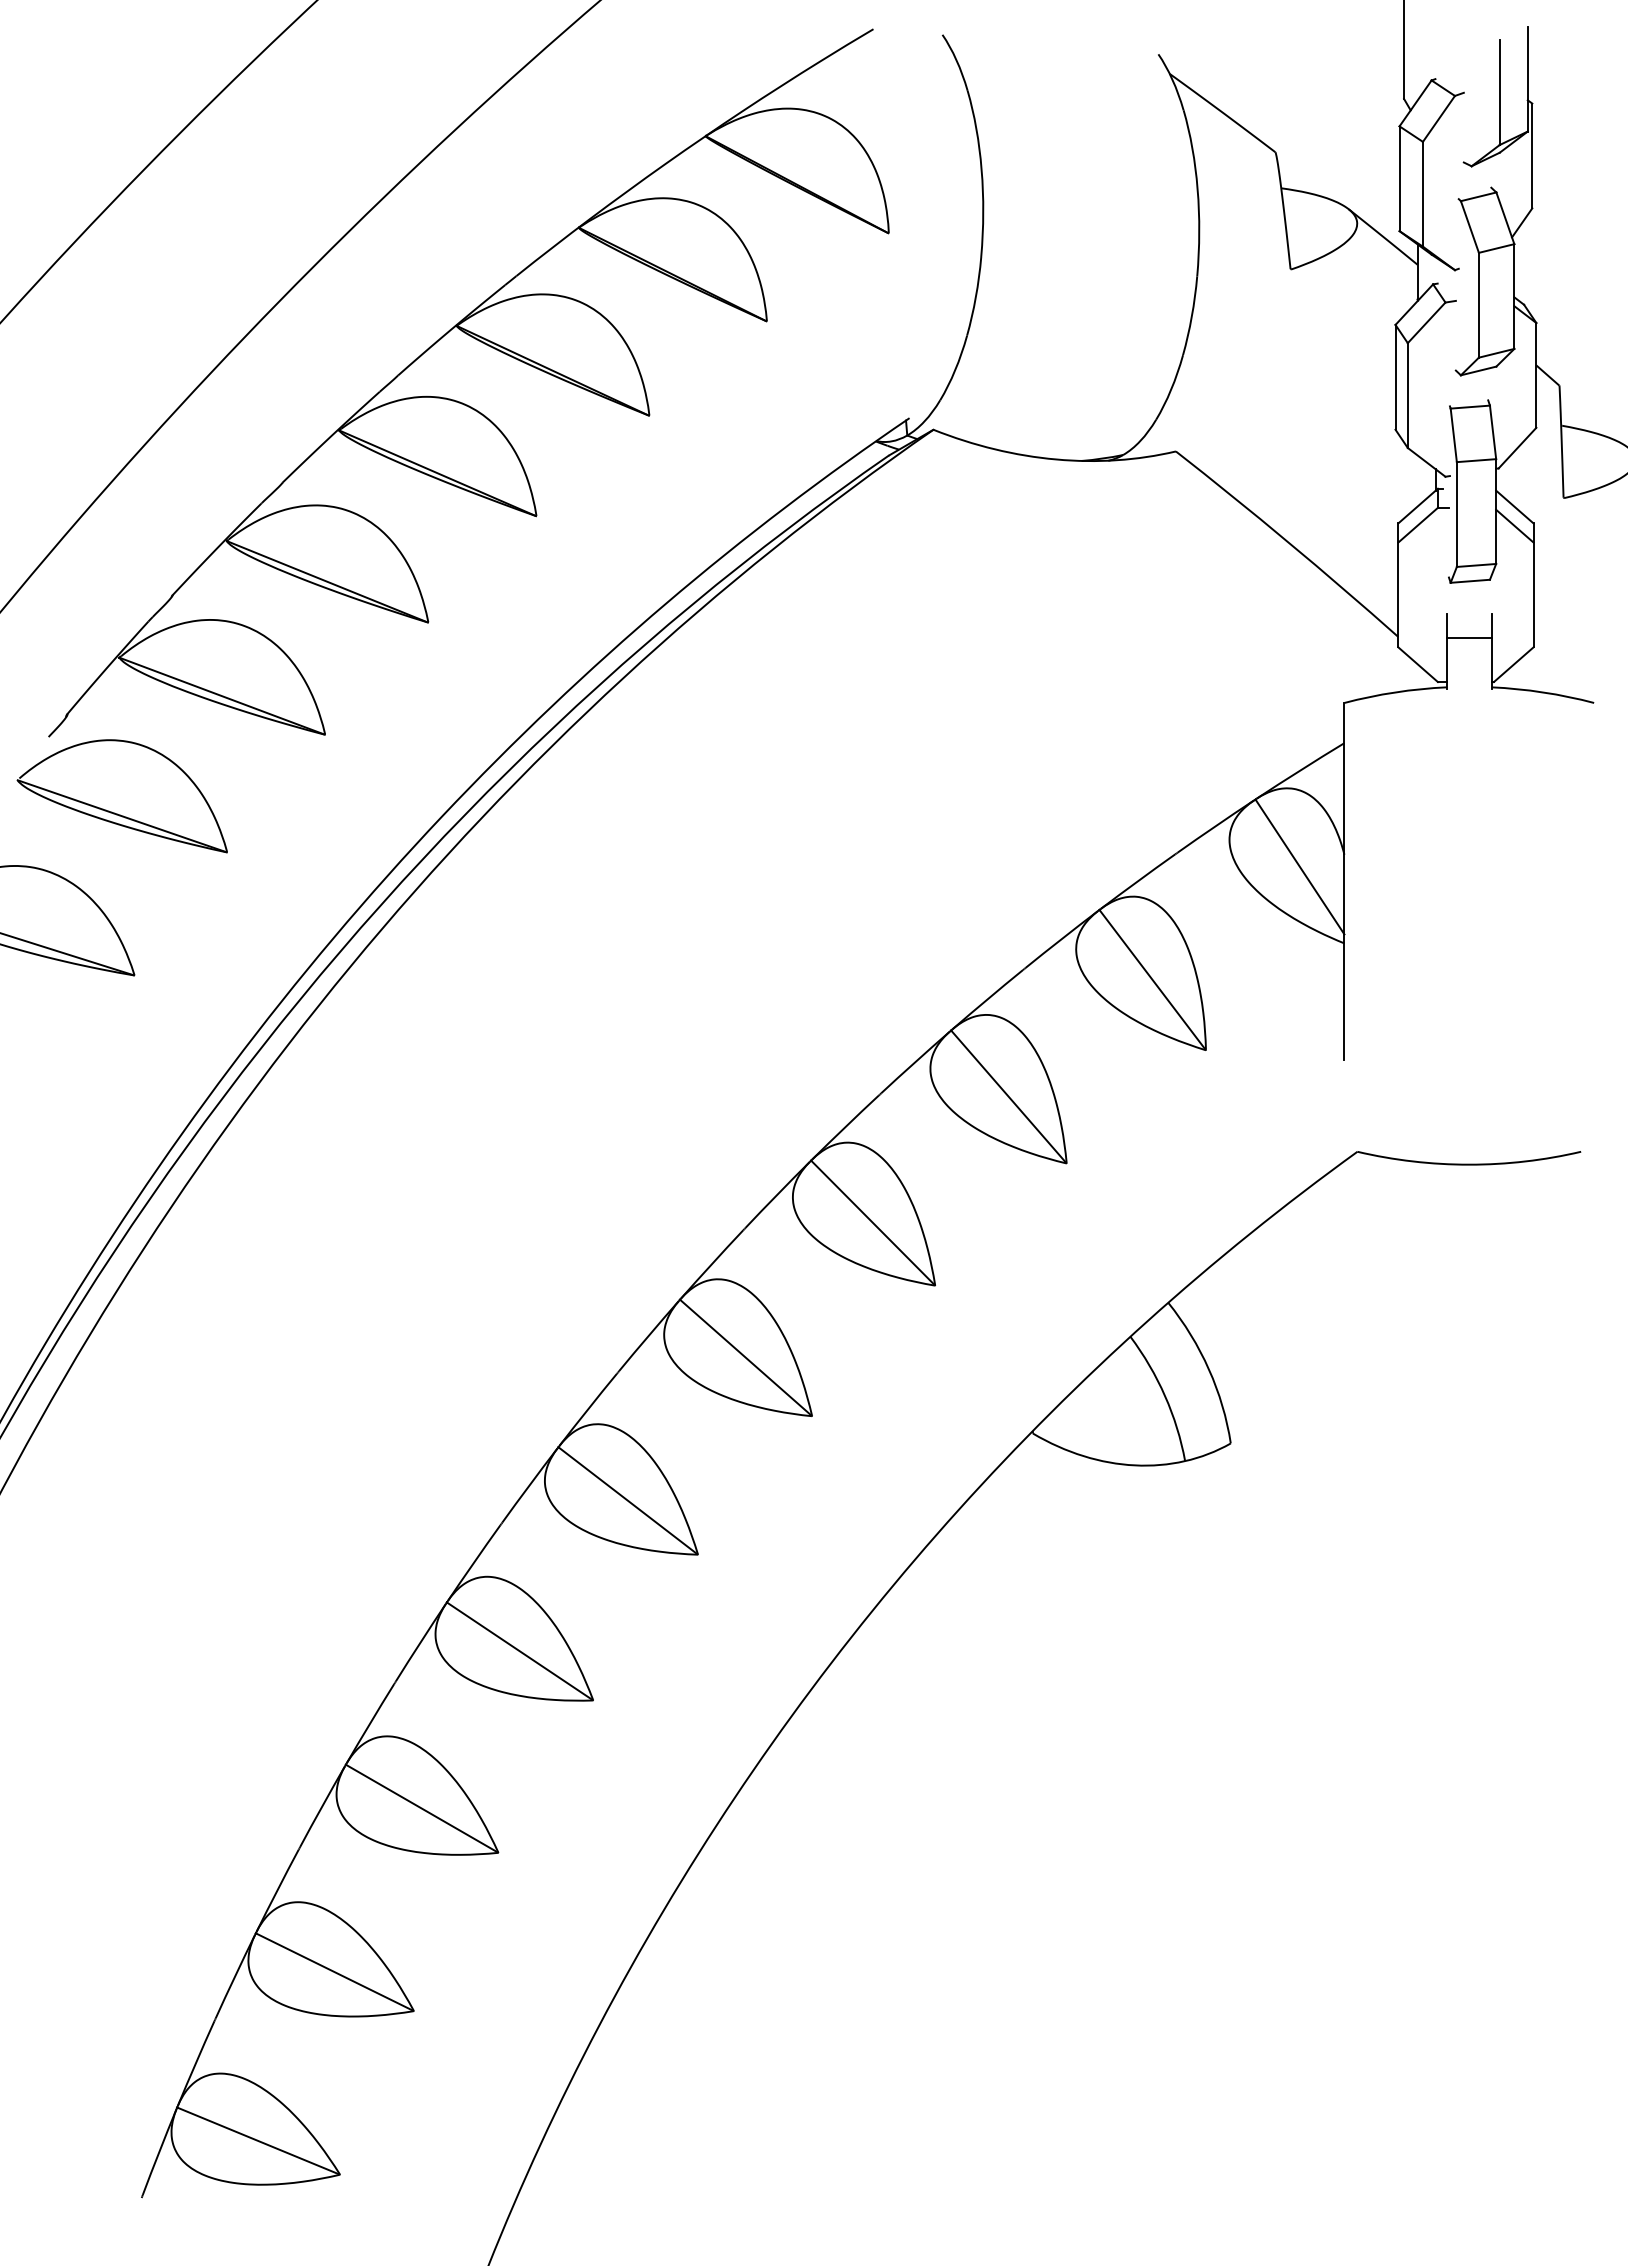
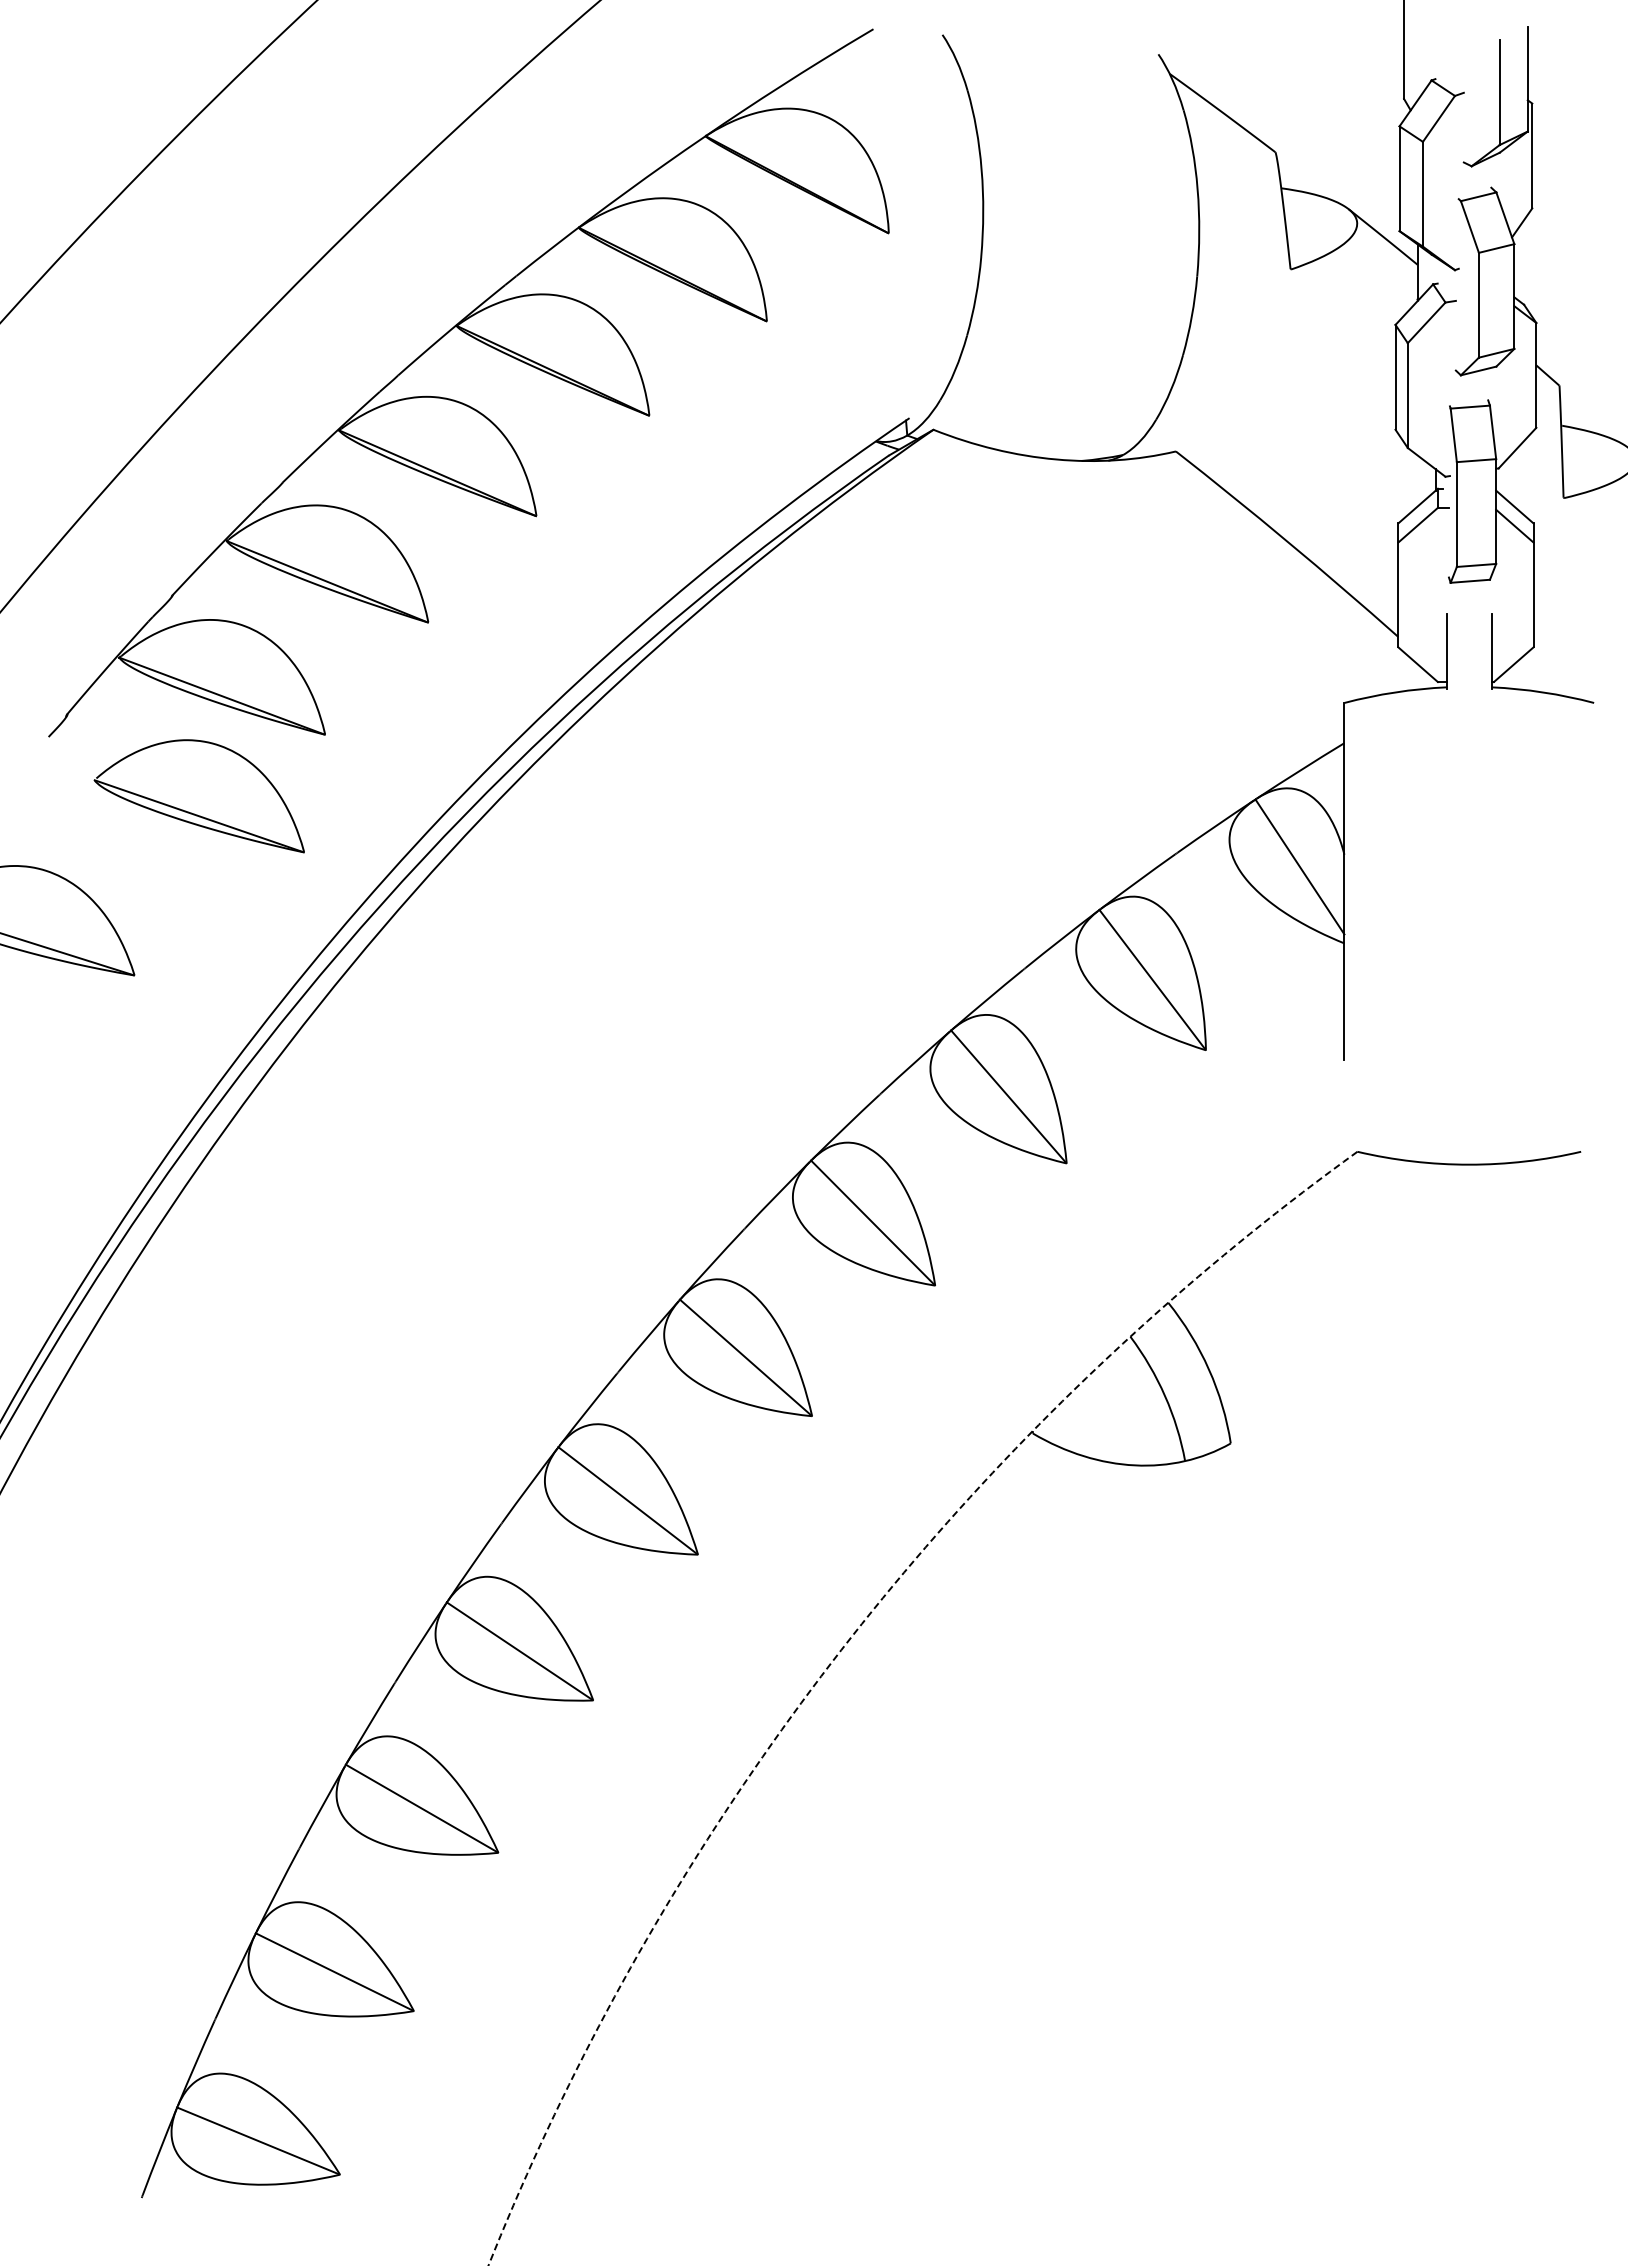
line at (1468, 637): present -> none
part at (121, 796) position: (121, 796) -> (198, 796)
arc at (842, 1648): solid -> dashed
